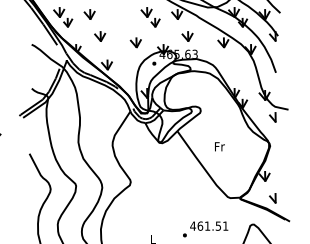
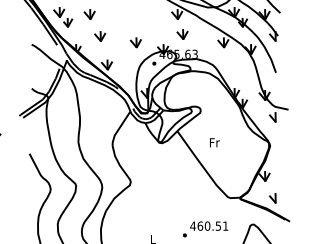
part at (150, 17): present -> none
part at (187, 36) position: (187, 36) -> (182, 34)
text at (219, 146) position: (219, 146) -> (214, 142)
text at (207, 225): 461.51 -> 460.51
